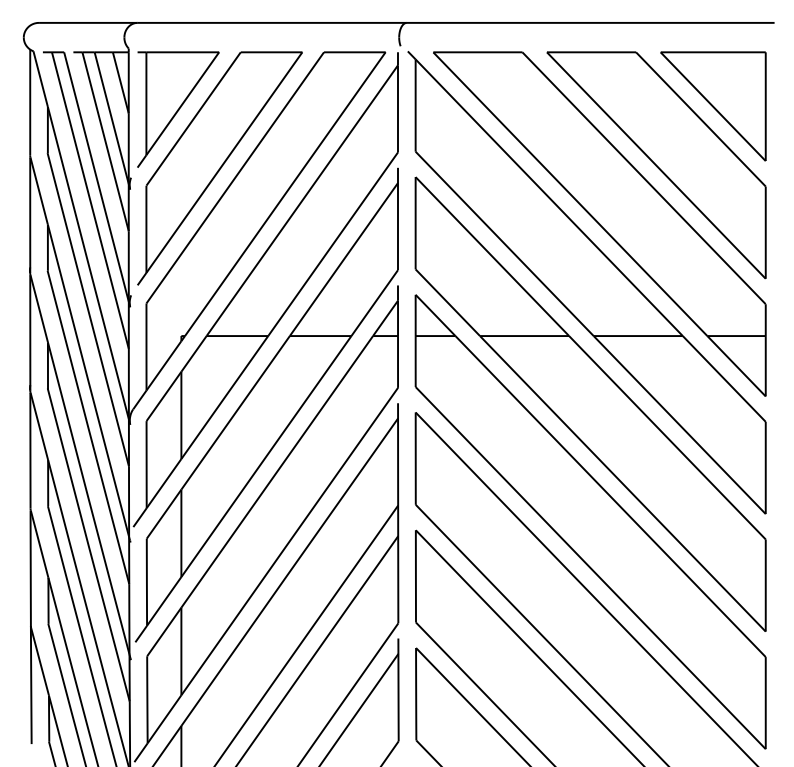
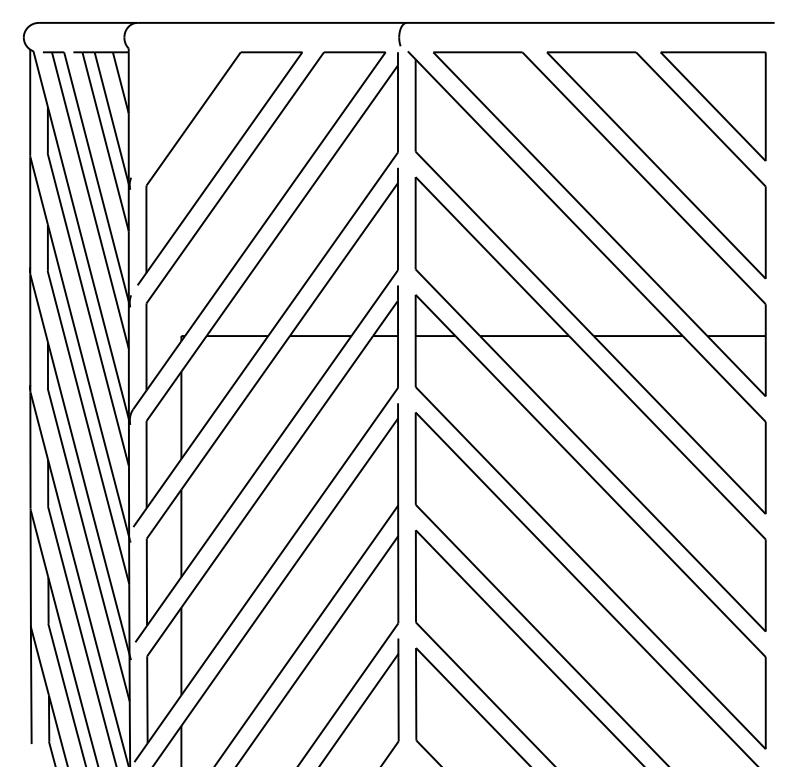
part at (178, 109): present -> none
